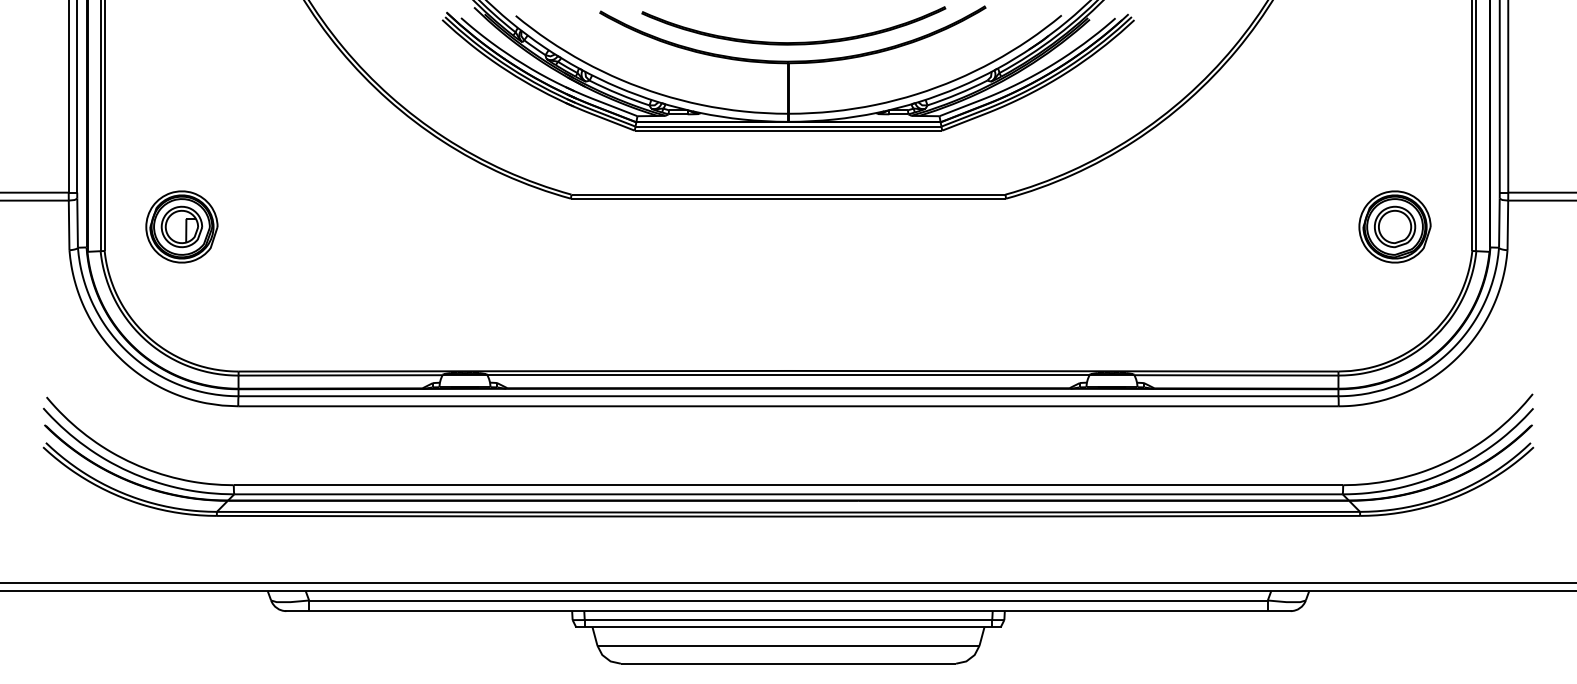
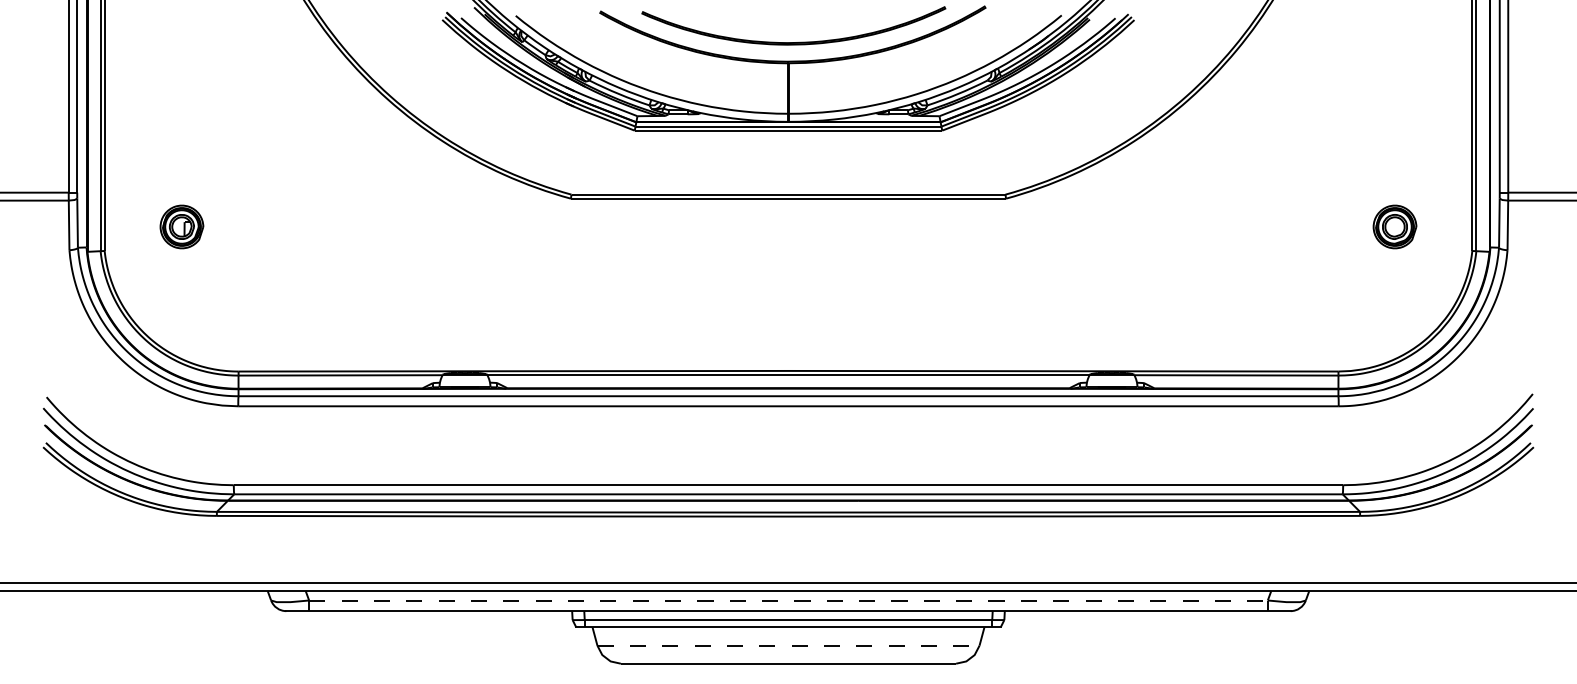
part at (181, 226) size: 74x74 px -> 46x46 px
part at (1394, 226) size: 74x74 px -> 46x46 px
line at (788, 600): solid -> dashed
line at (788, 645): solid -> dashed
